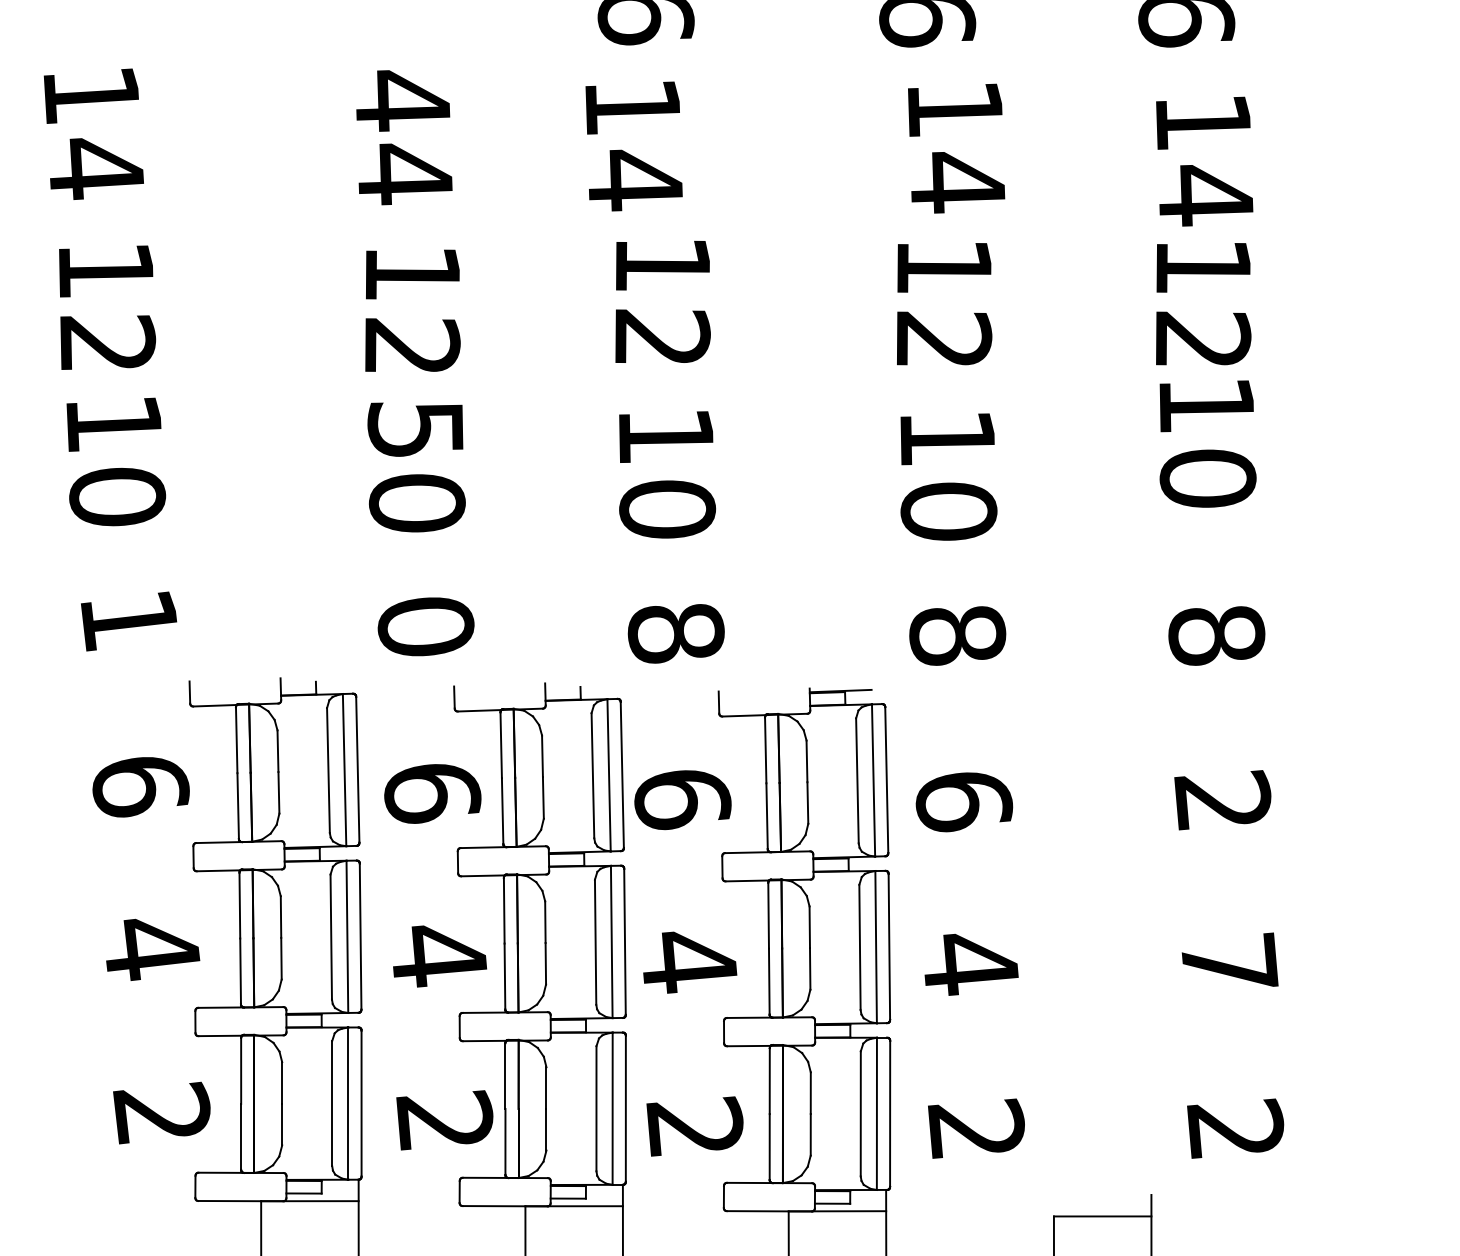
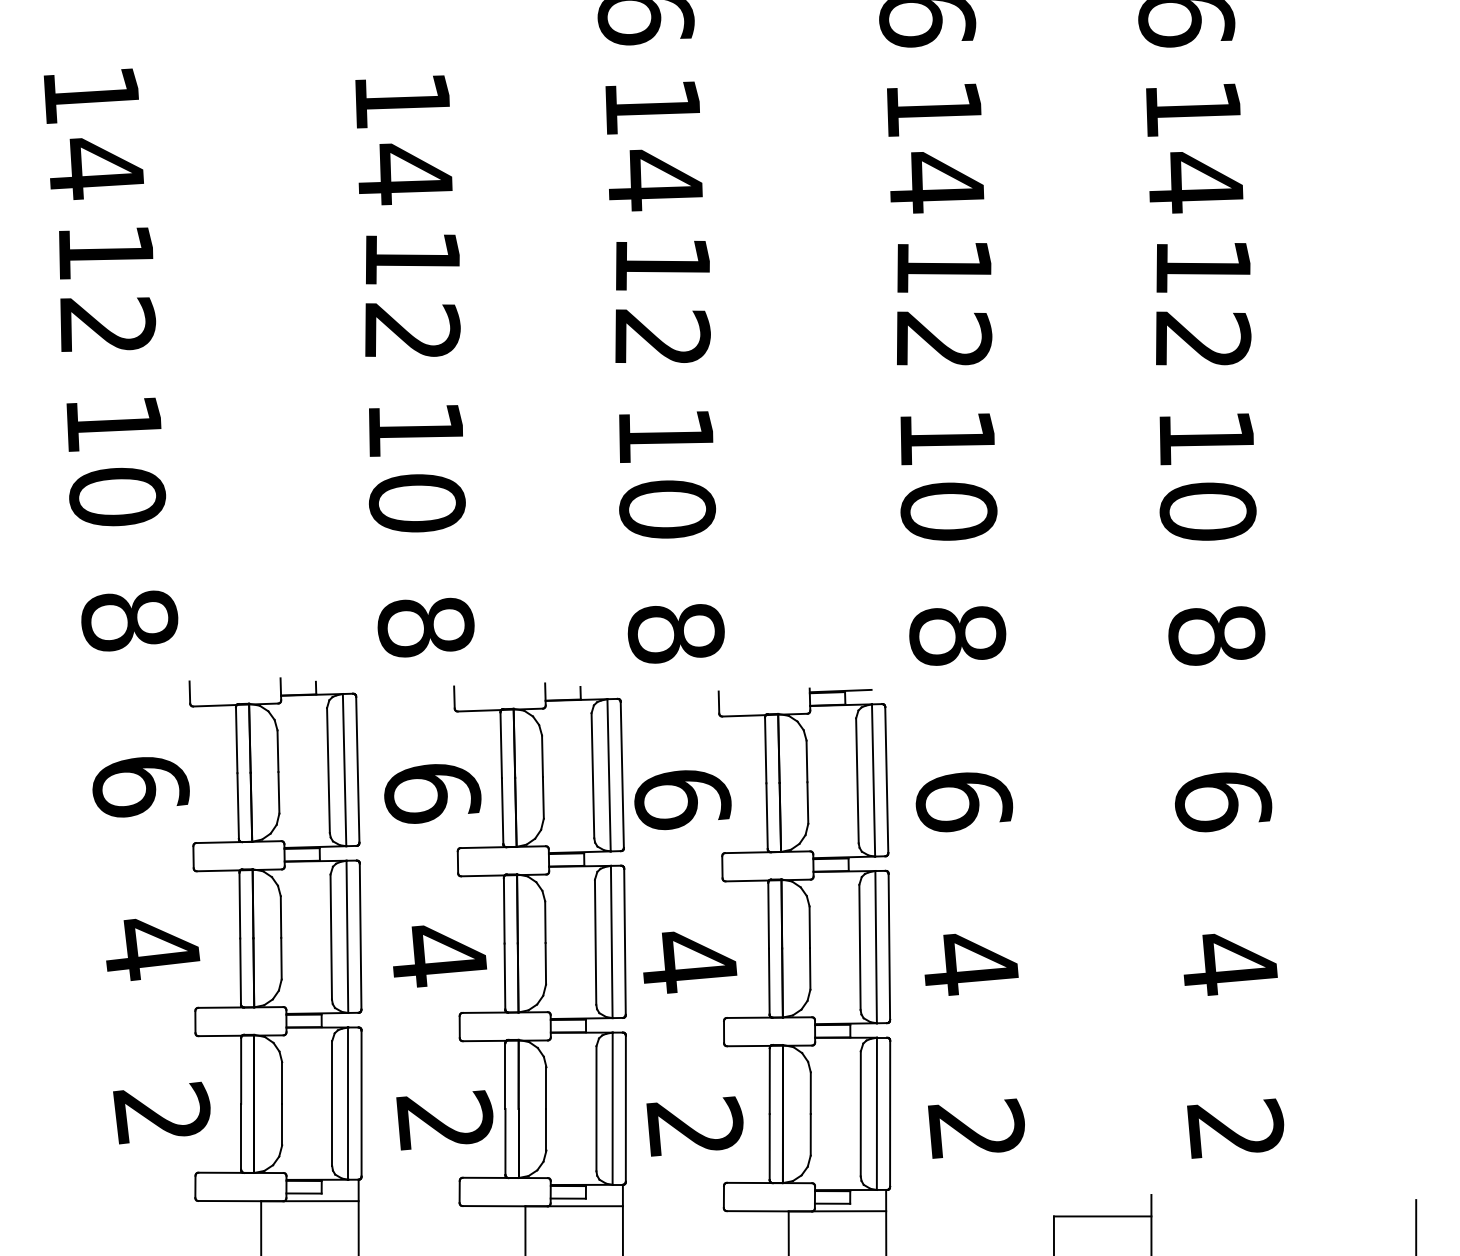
text at (402, 100): 44 -> 14
text at (633, 146) position: (633, 146) -> (653, 146)
text at (956, 148) position: (956, 148) -> (935, 148)
text at (1204, 161) position: (1204, 161) -> (1194, 148)
text at (107, 307) position: (107, 307) -> (107, 289)
text at (412, 310) position: (412, 310) -> (412, 295)
text at (415, 429): 50 -> 10
text at (1207, 443) position: (1207, 443) -> (1207, 476)
text at (129, 620): 1 -> 8
text at (425, 627): 0 -> 8
text at (1223, 801): 2 -> 6
text at (1229, 963): 7 -> 4
line at (1416, 1226): none -> present
